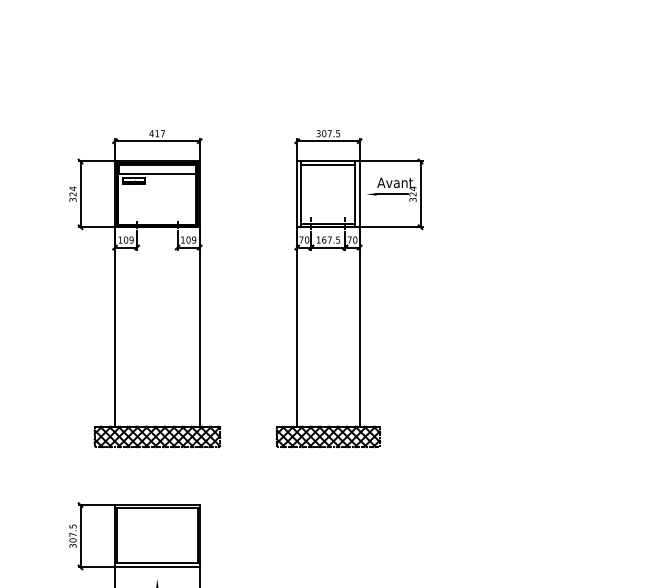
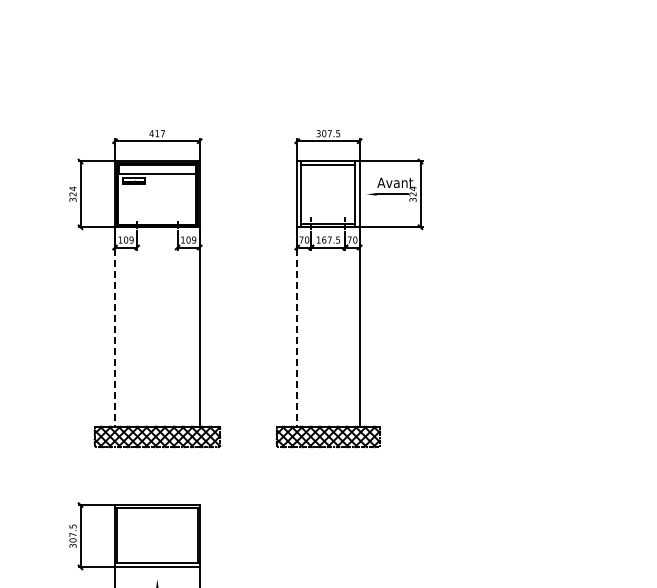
line at (115, 327): solid -> dashed
line at (297, 327): solid -> dashed
